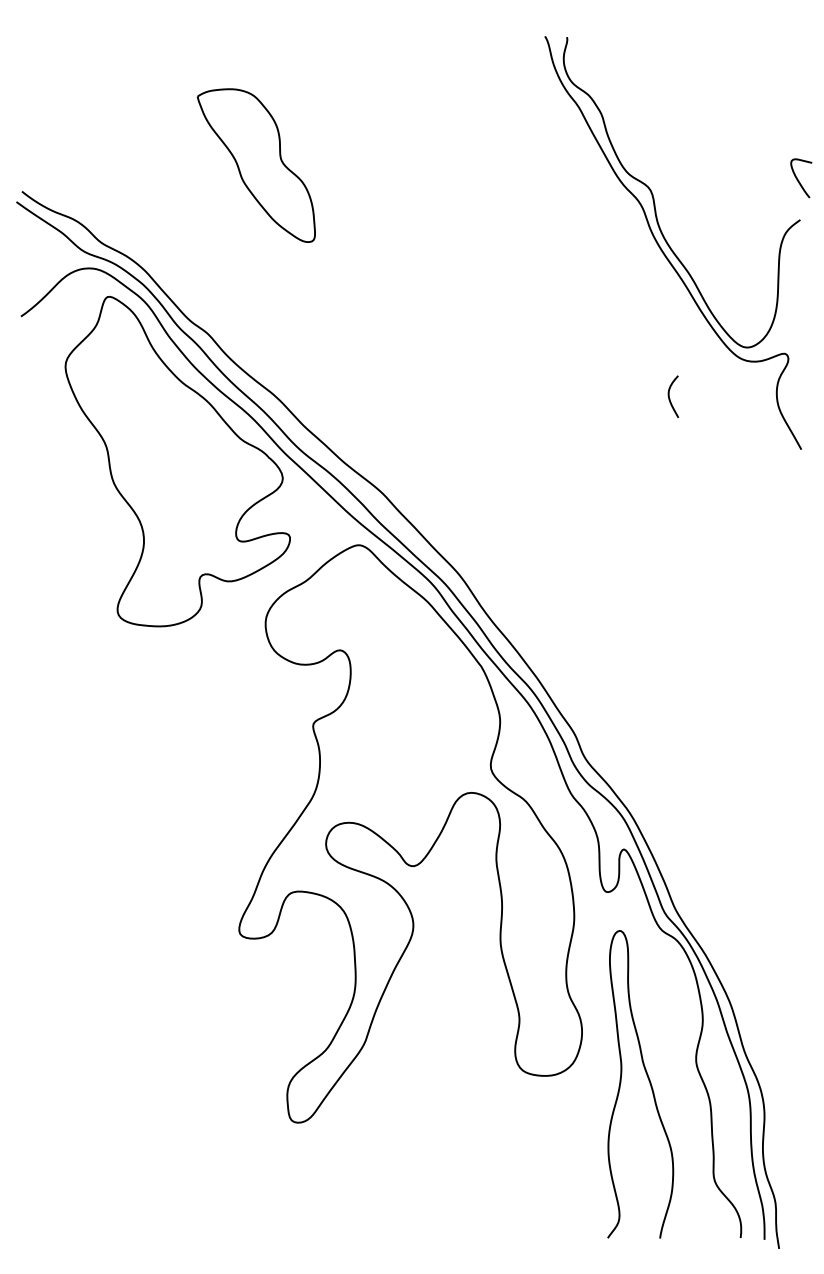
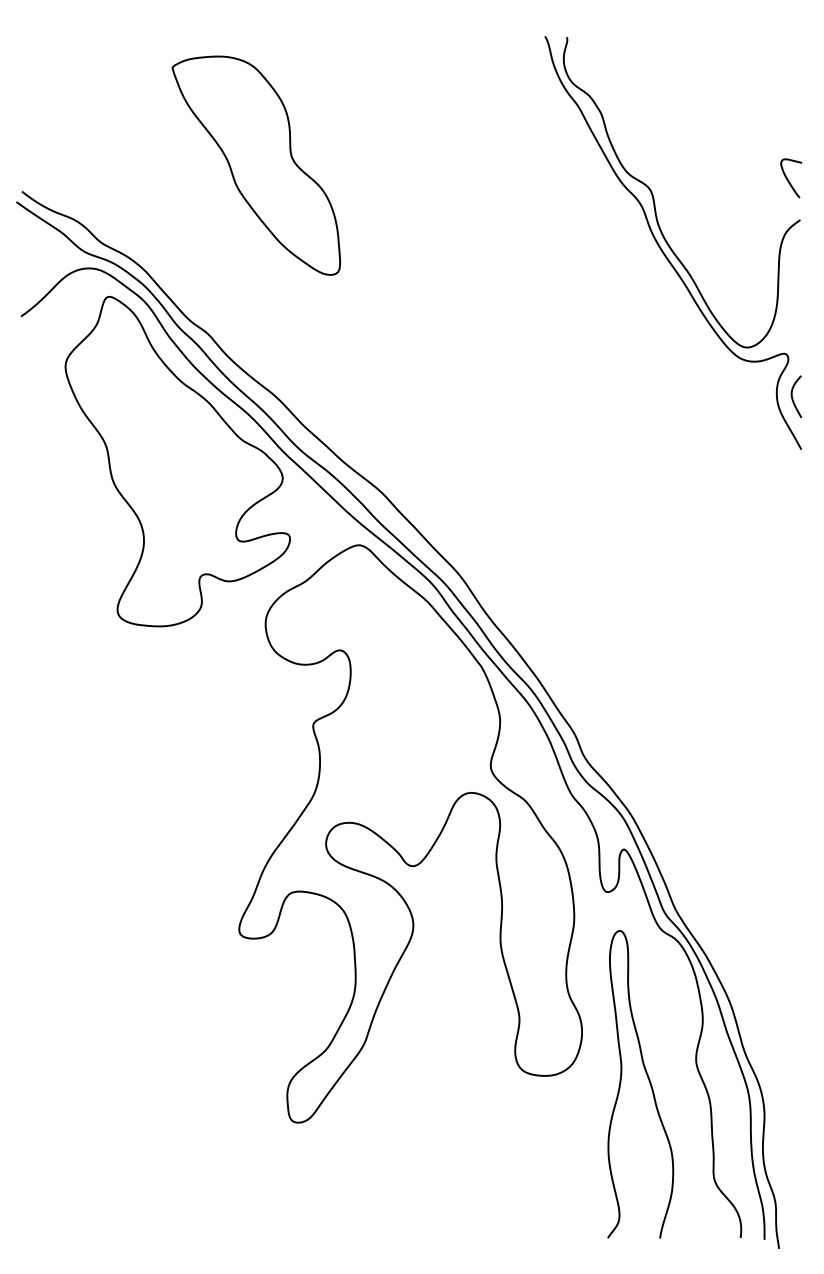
part at (256, 165) size: 119x155 px -> 171x221 px
curve at (799, 180) position: (799, 180) -> (789, 180)
curve at (670, 398) position: (670, 398) -> (793, 398)
